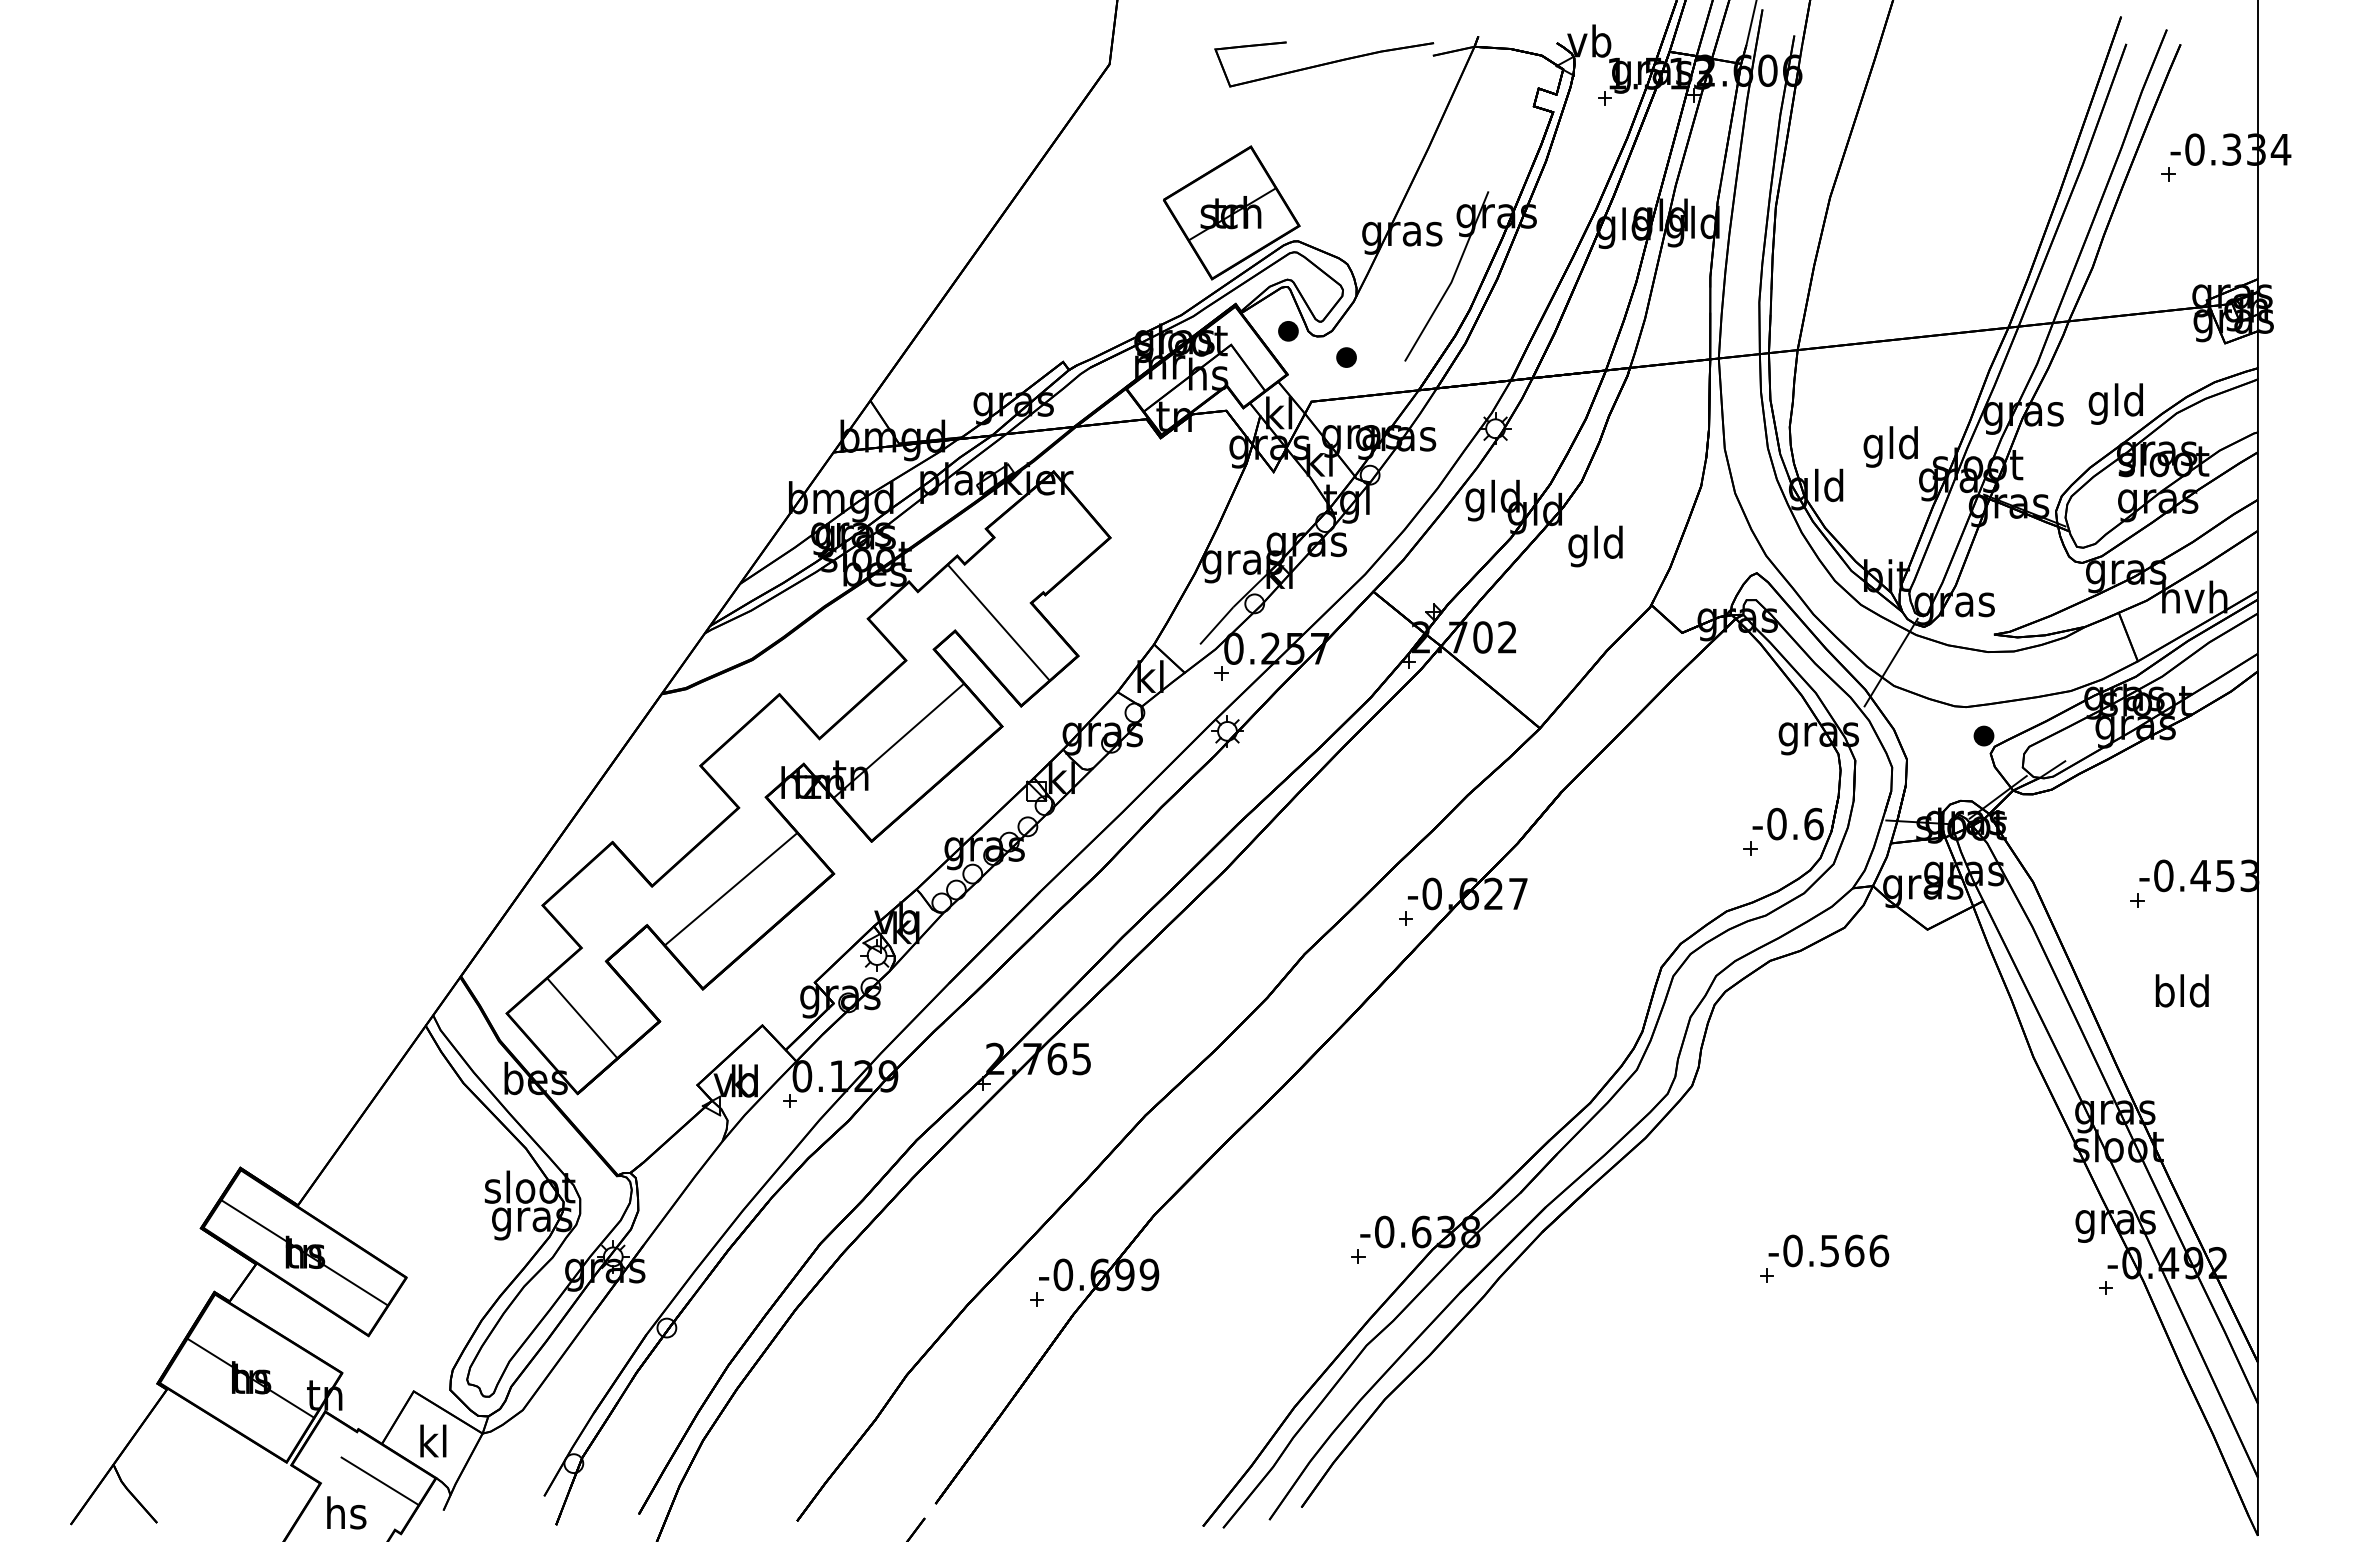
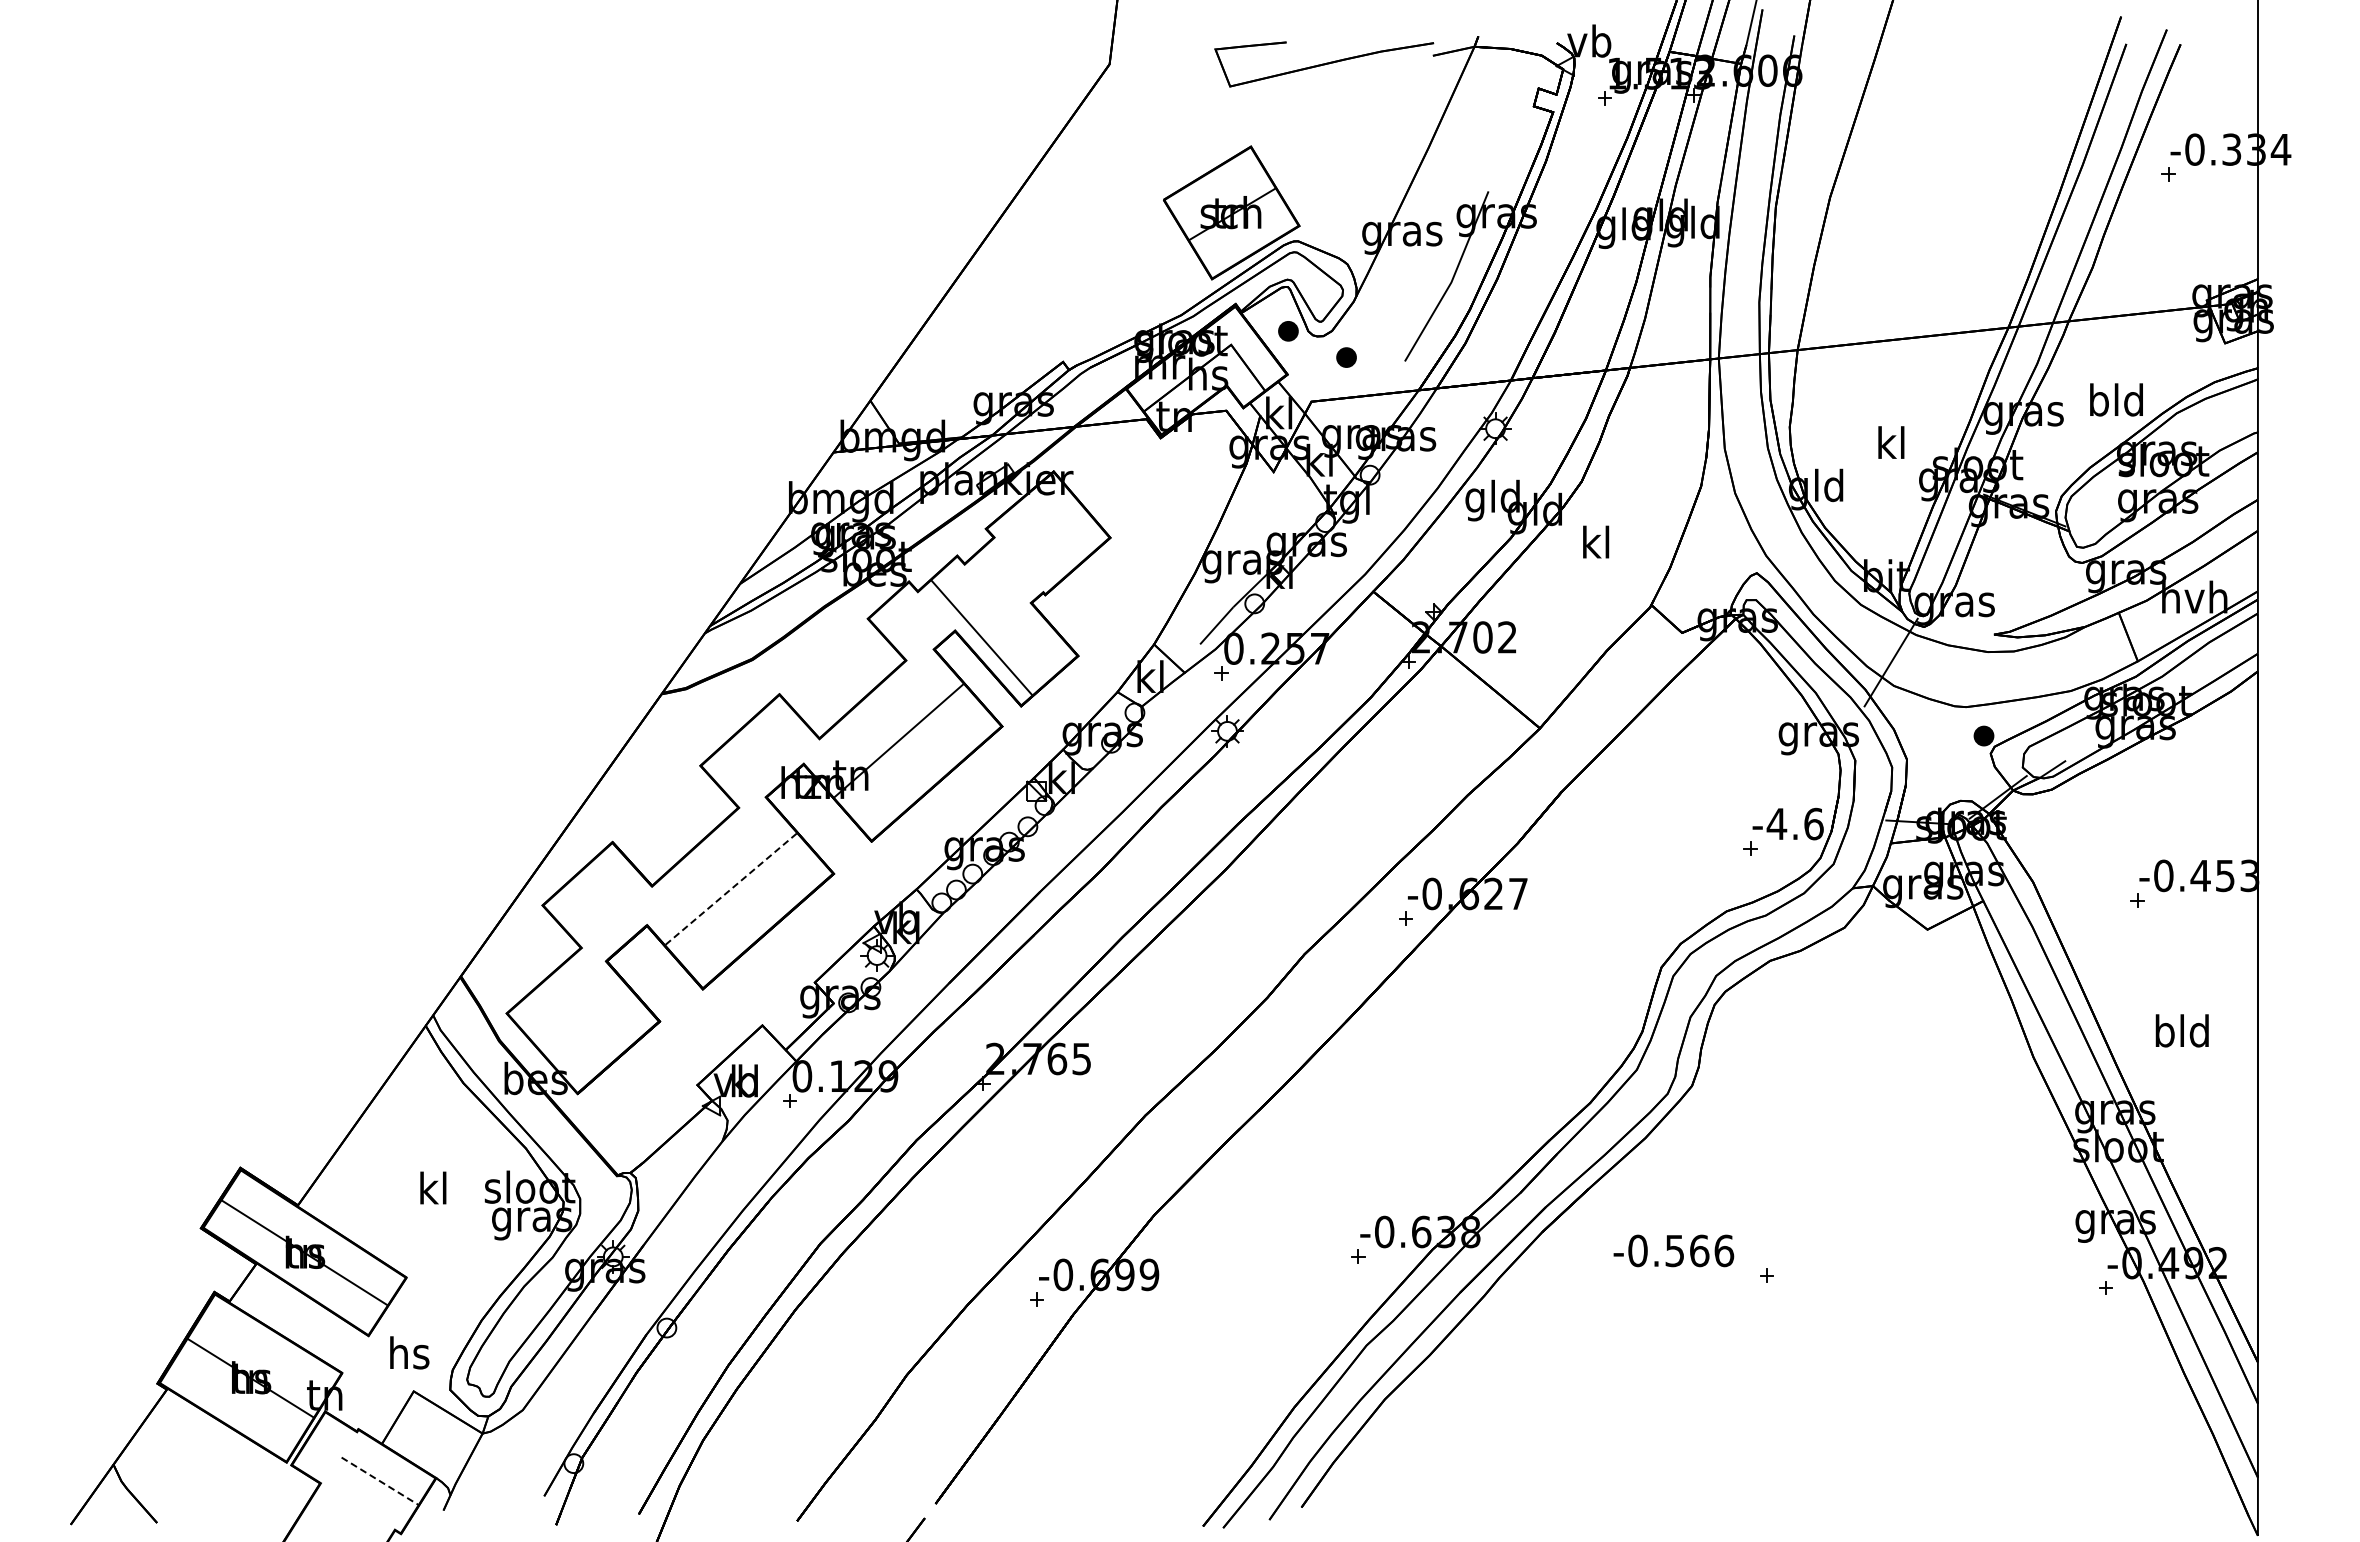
text at (2098, 403): gld -> bld
text at (1890, 446): gld -> kl
text at (1595, 546): gld -> kl
line at (998, 622) position: (998, 622) -> (981, 637)
text at (1776, 823): -0.6 -> -4.6
line at (730, 889): solid -> dashed
text at (2181, 990) position: (2181, 990) -> (2181, 1030)
line at (581, 1017): present -> none
text at (1828, 1250) position: (1828, 1250) -> (1673, 1250)
text at (433, 1440) position: (433, 1440) -> (433, 1187)
line at (379, 1481): solid -> dashed
text at (346, 1512) position: (346, 1512) -> (409, 1352)
